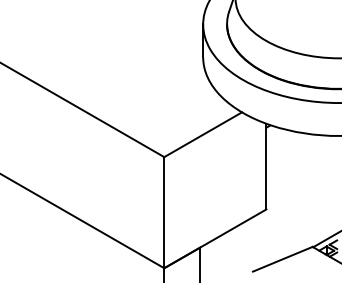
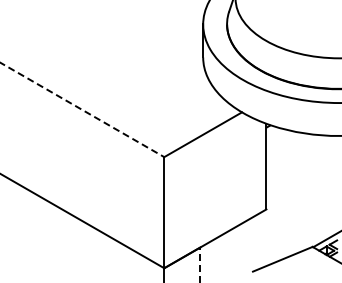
line at (82, 110): solid -> dashed
line at (200, 264): solid -> dashed
